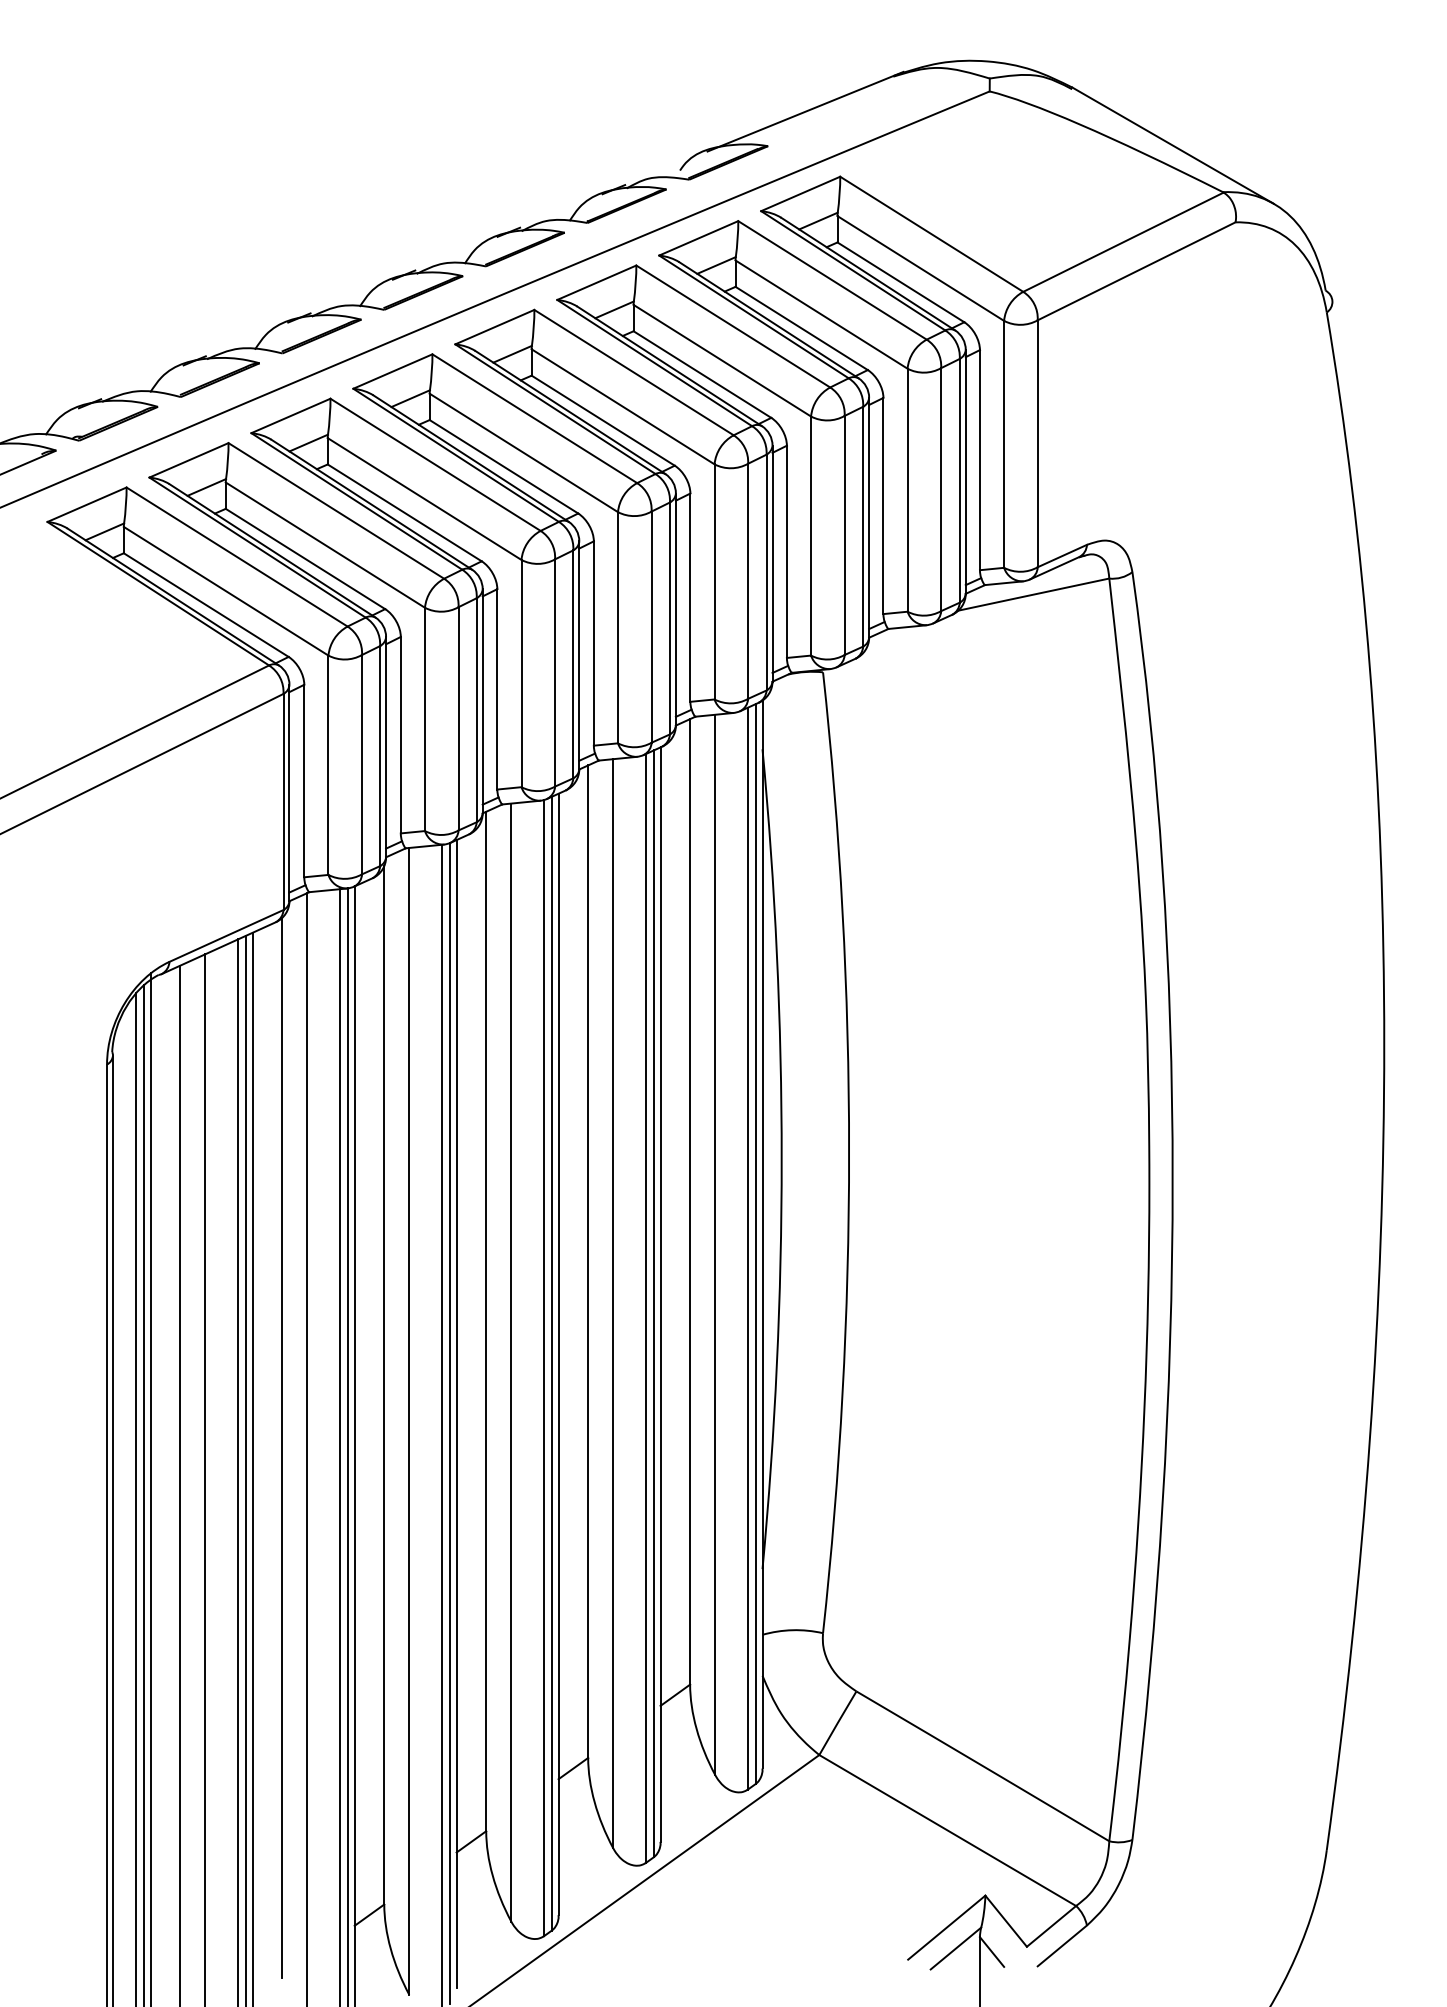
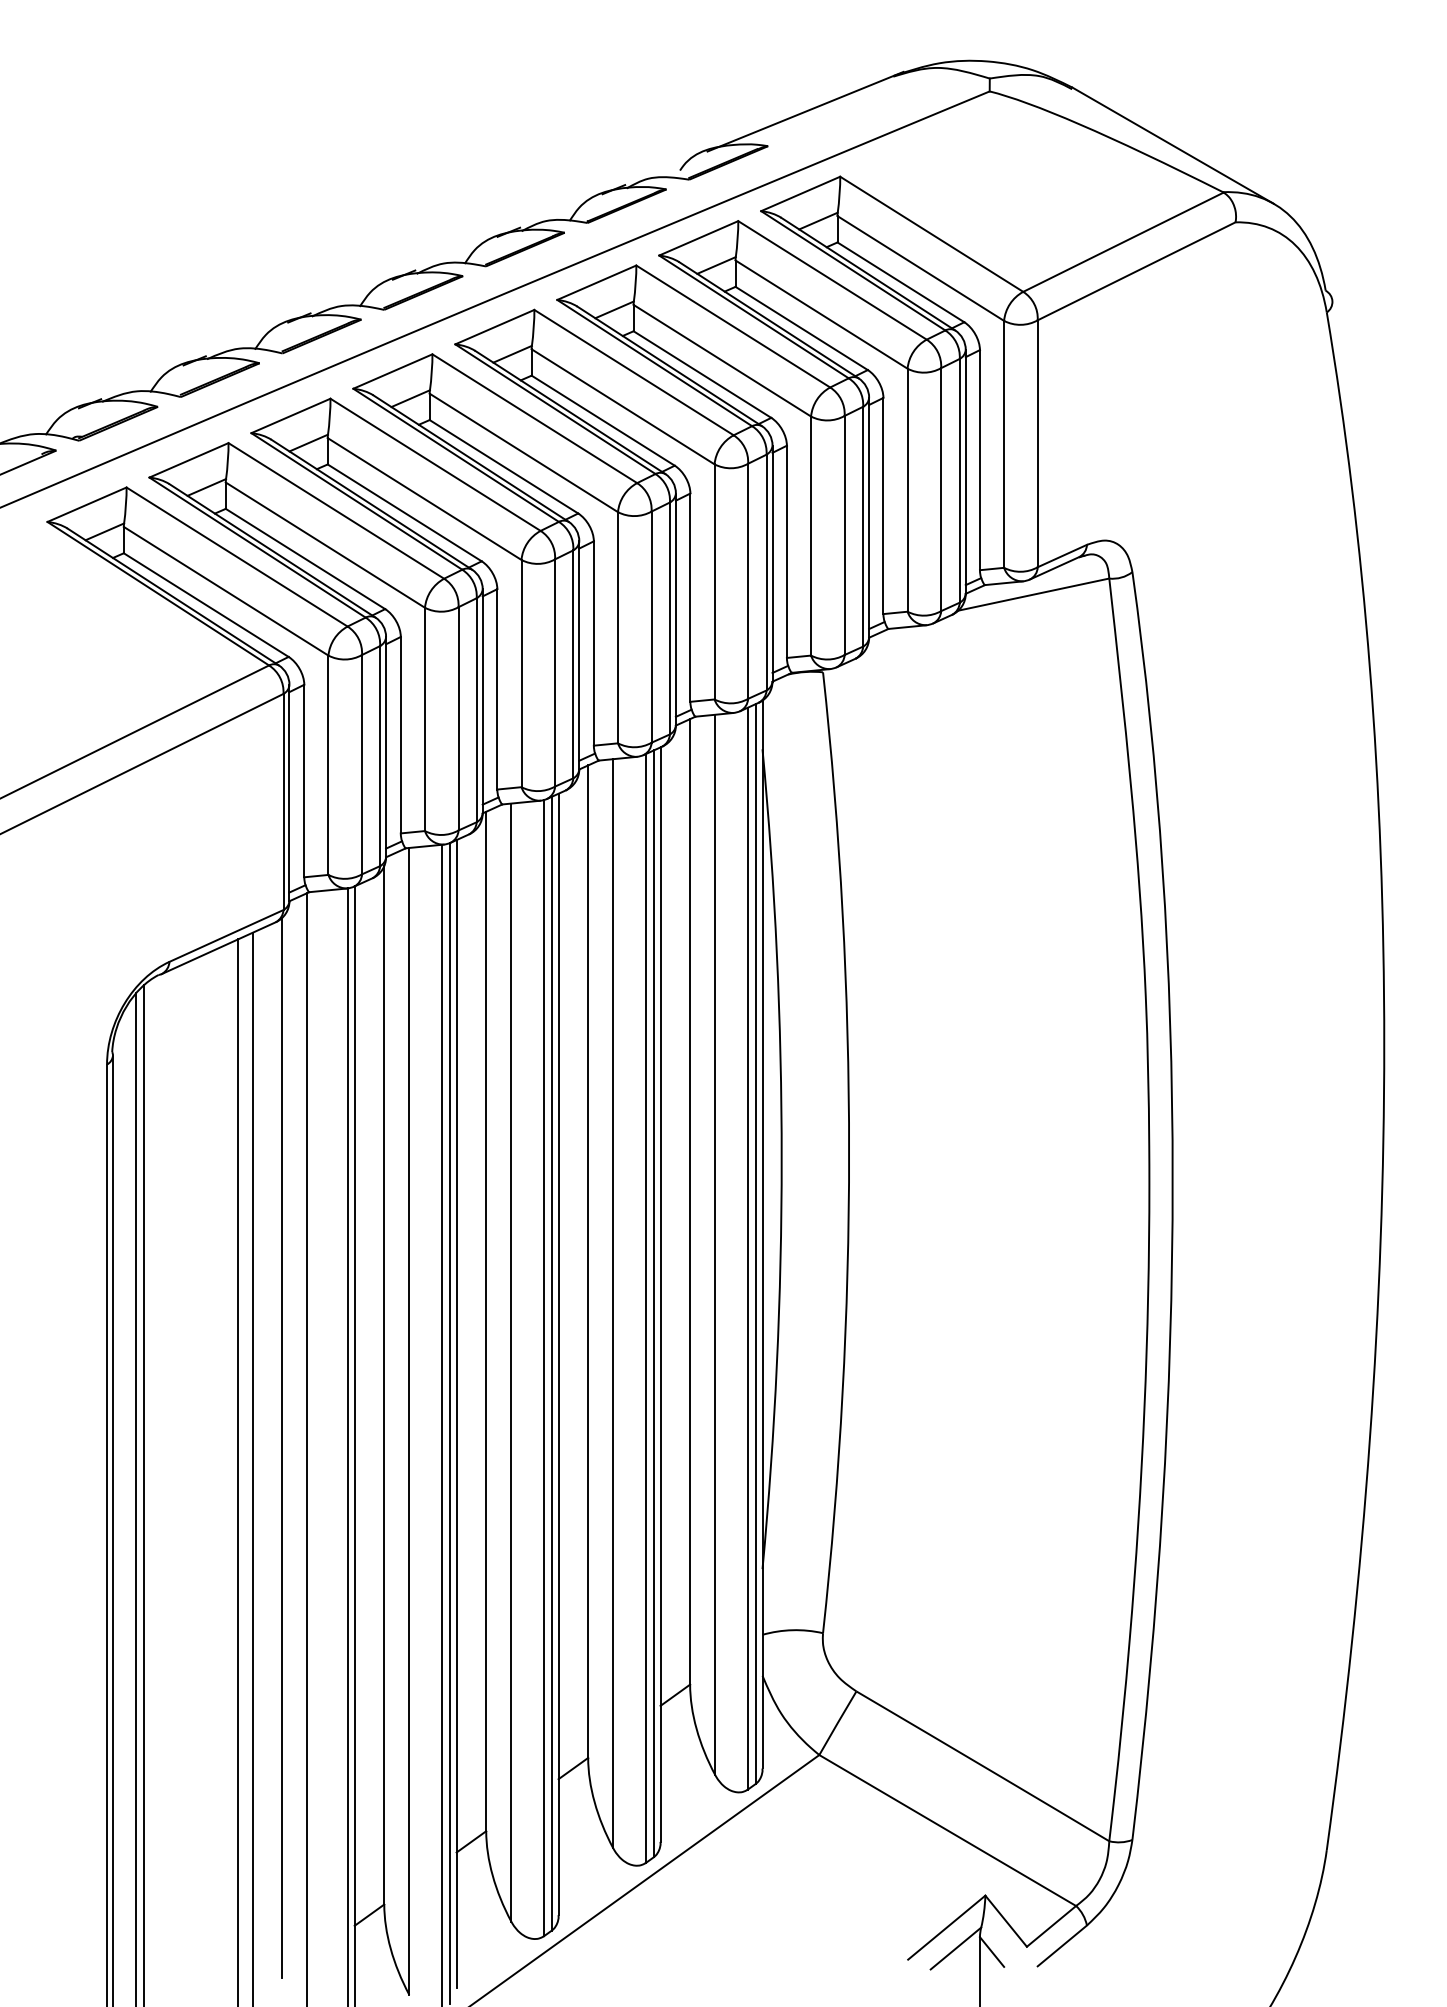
line at (340, 1446): present -> none
line at (245, 1469): present -> none
line at (205, 1478): present -> none
line at (180, 1484): present -> none
line at (150, 1488): present -> none
